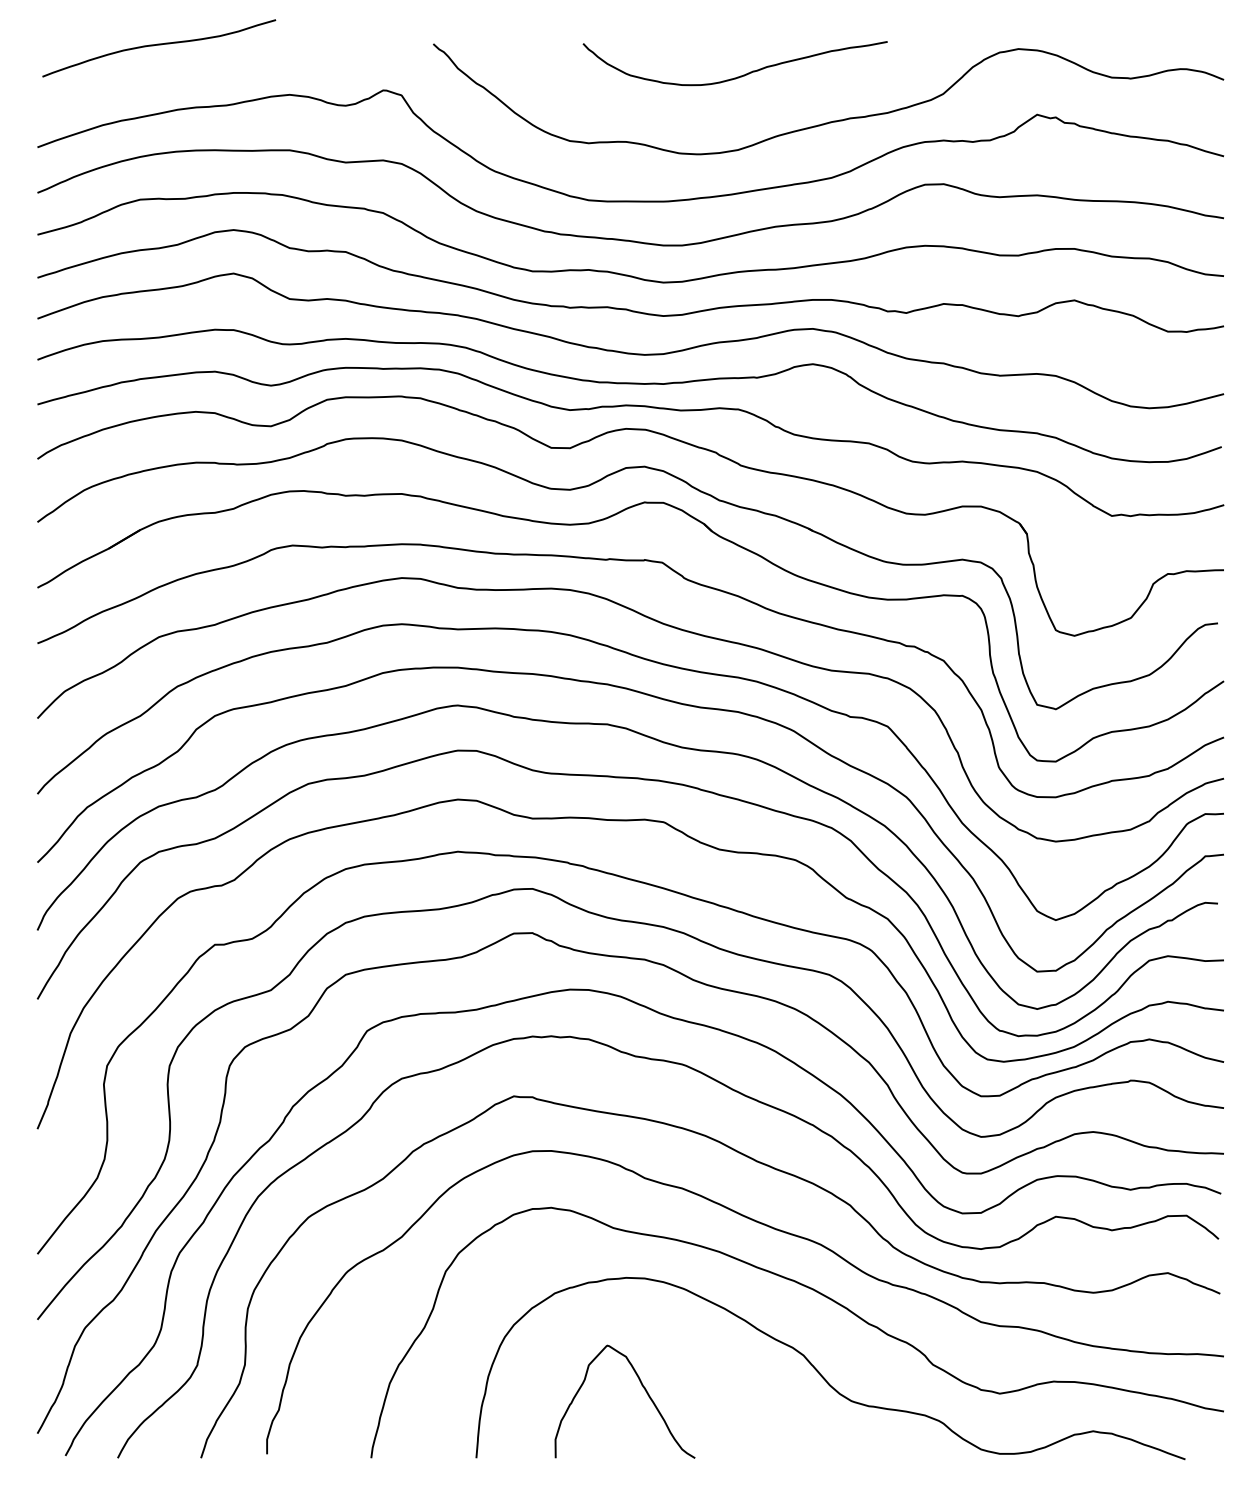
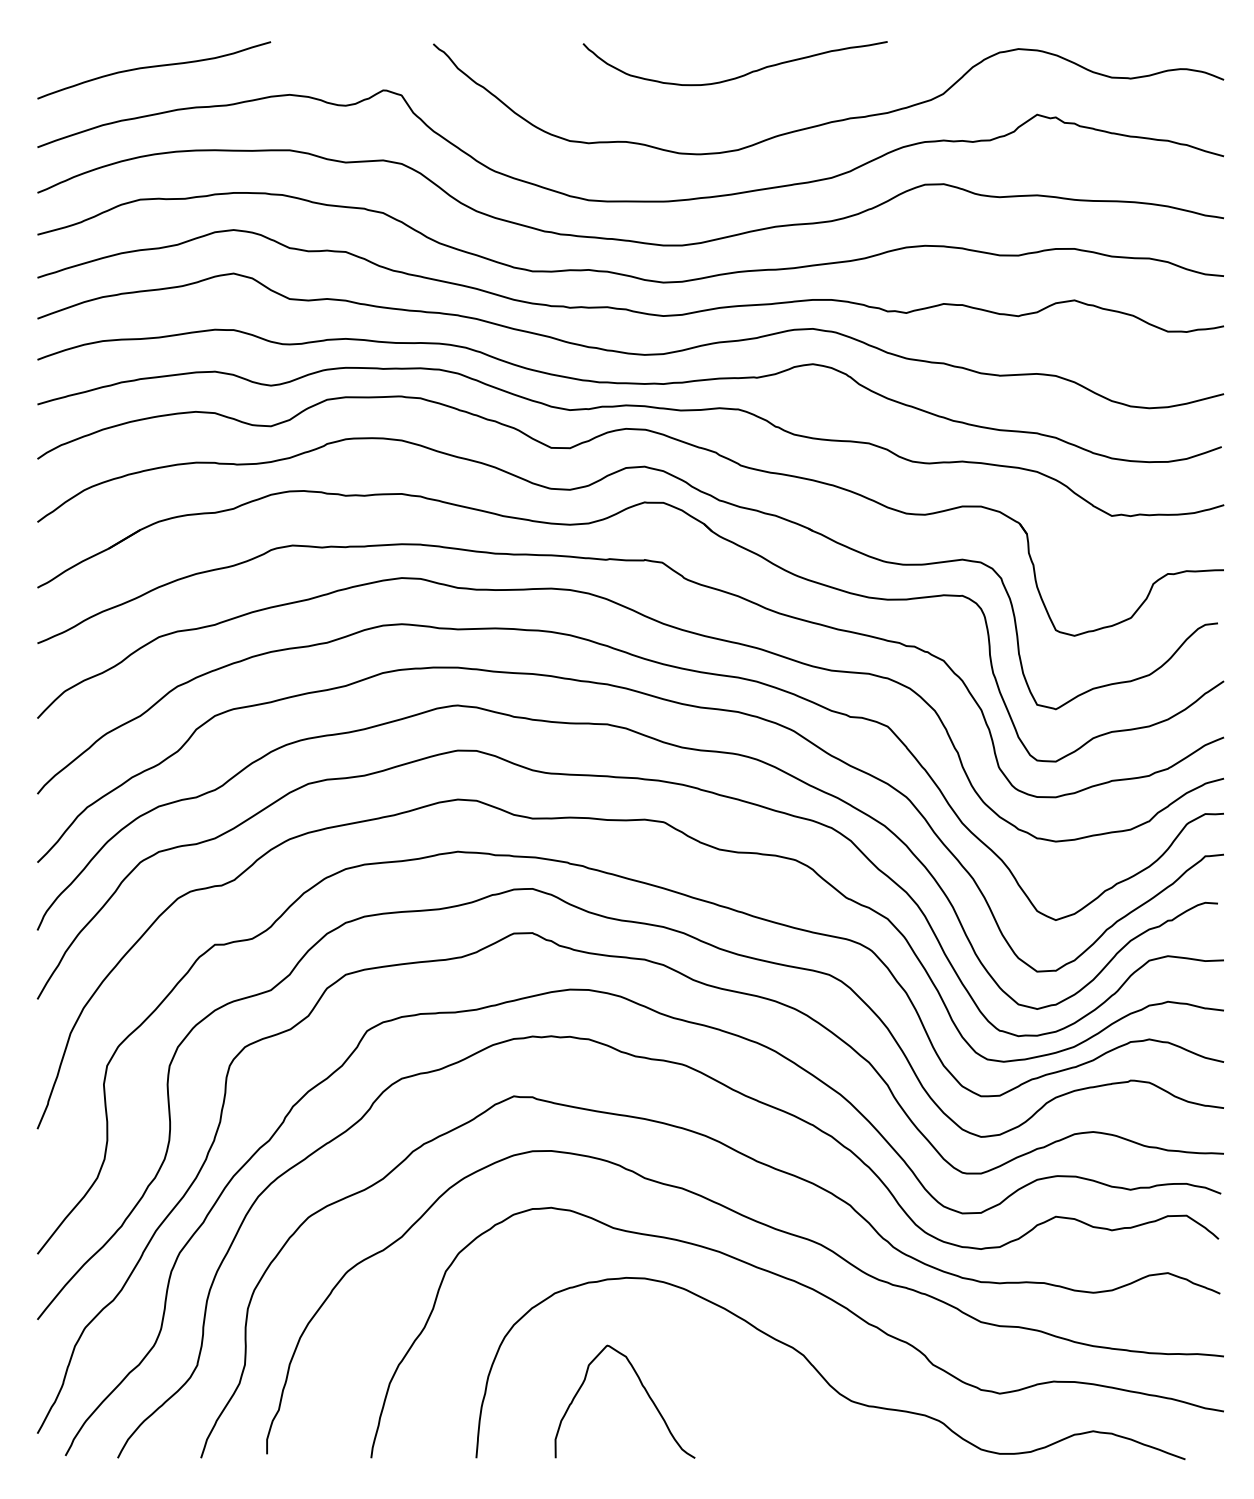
curve at (159, 45) position: (159, 45) -> (154, 67)
